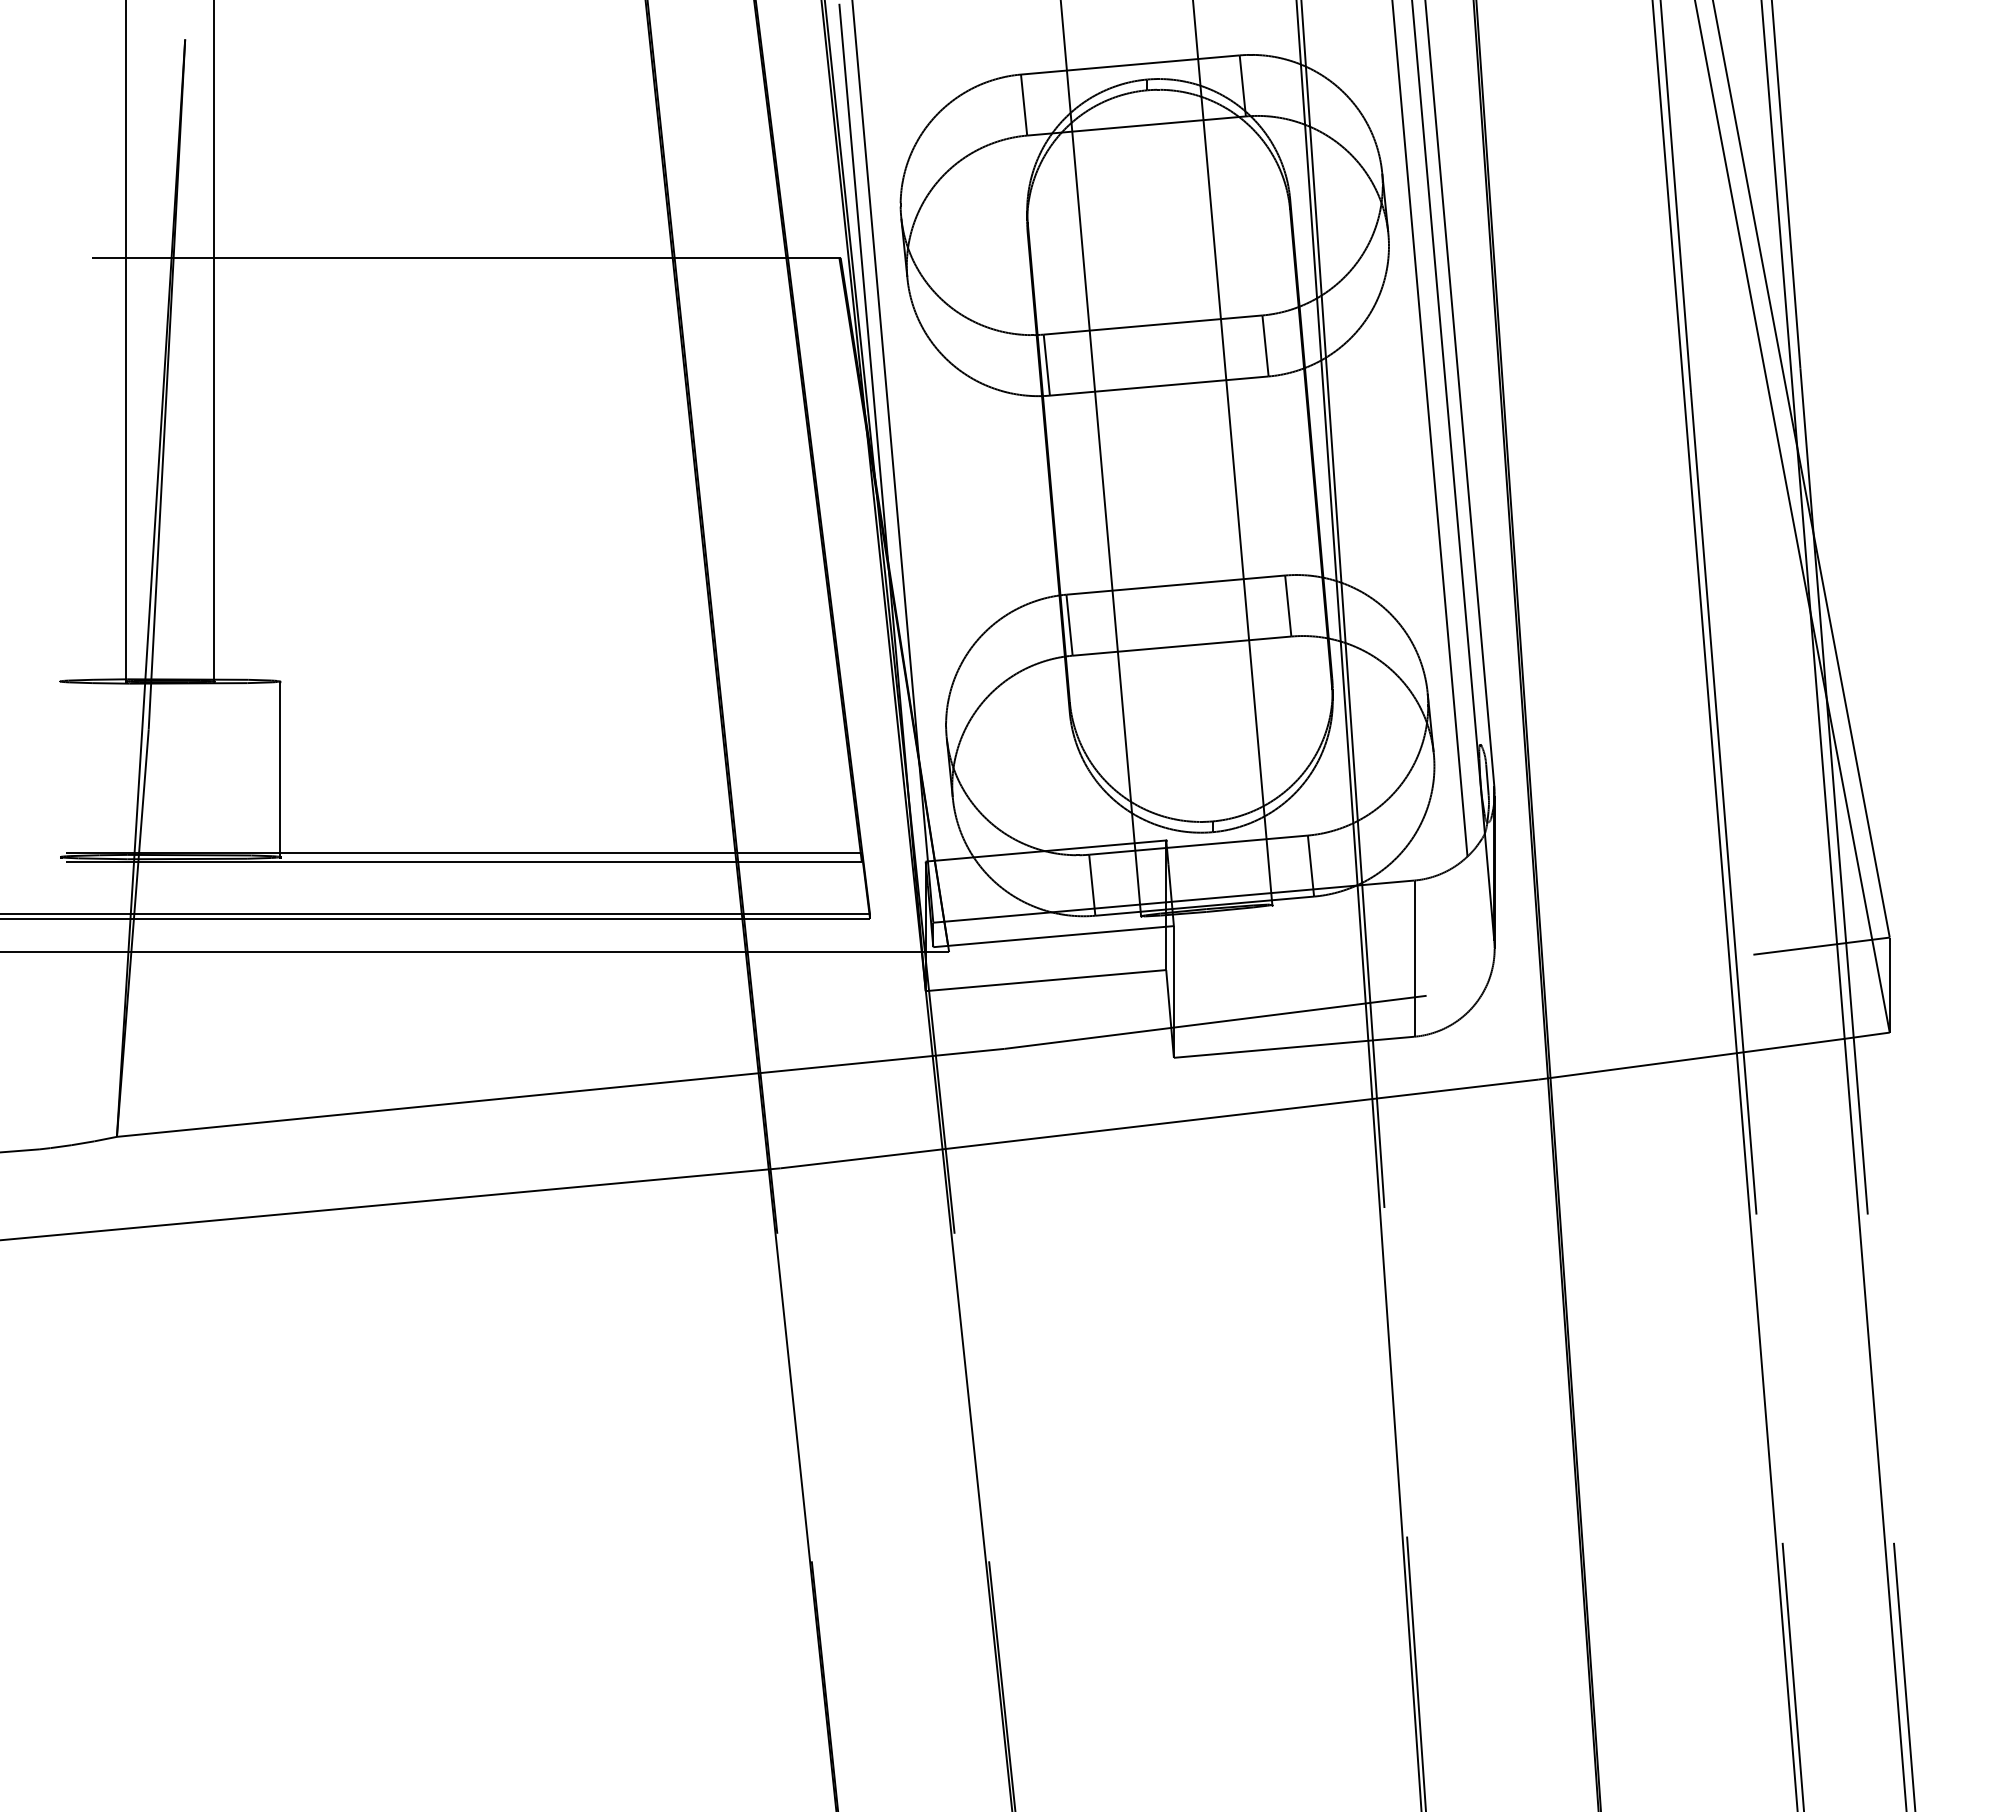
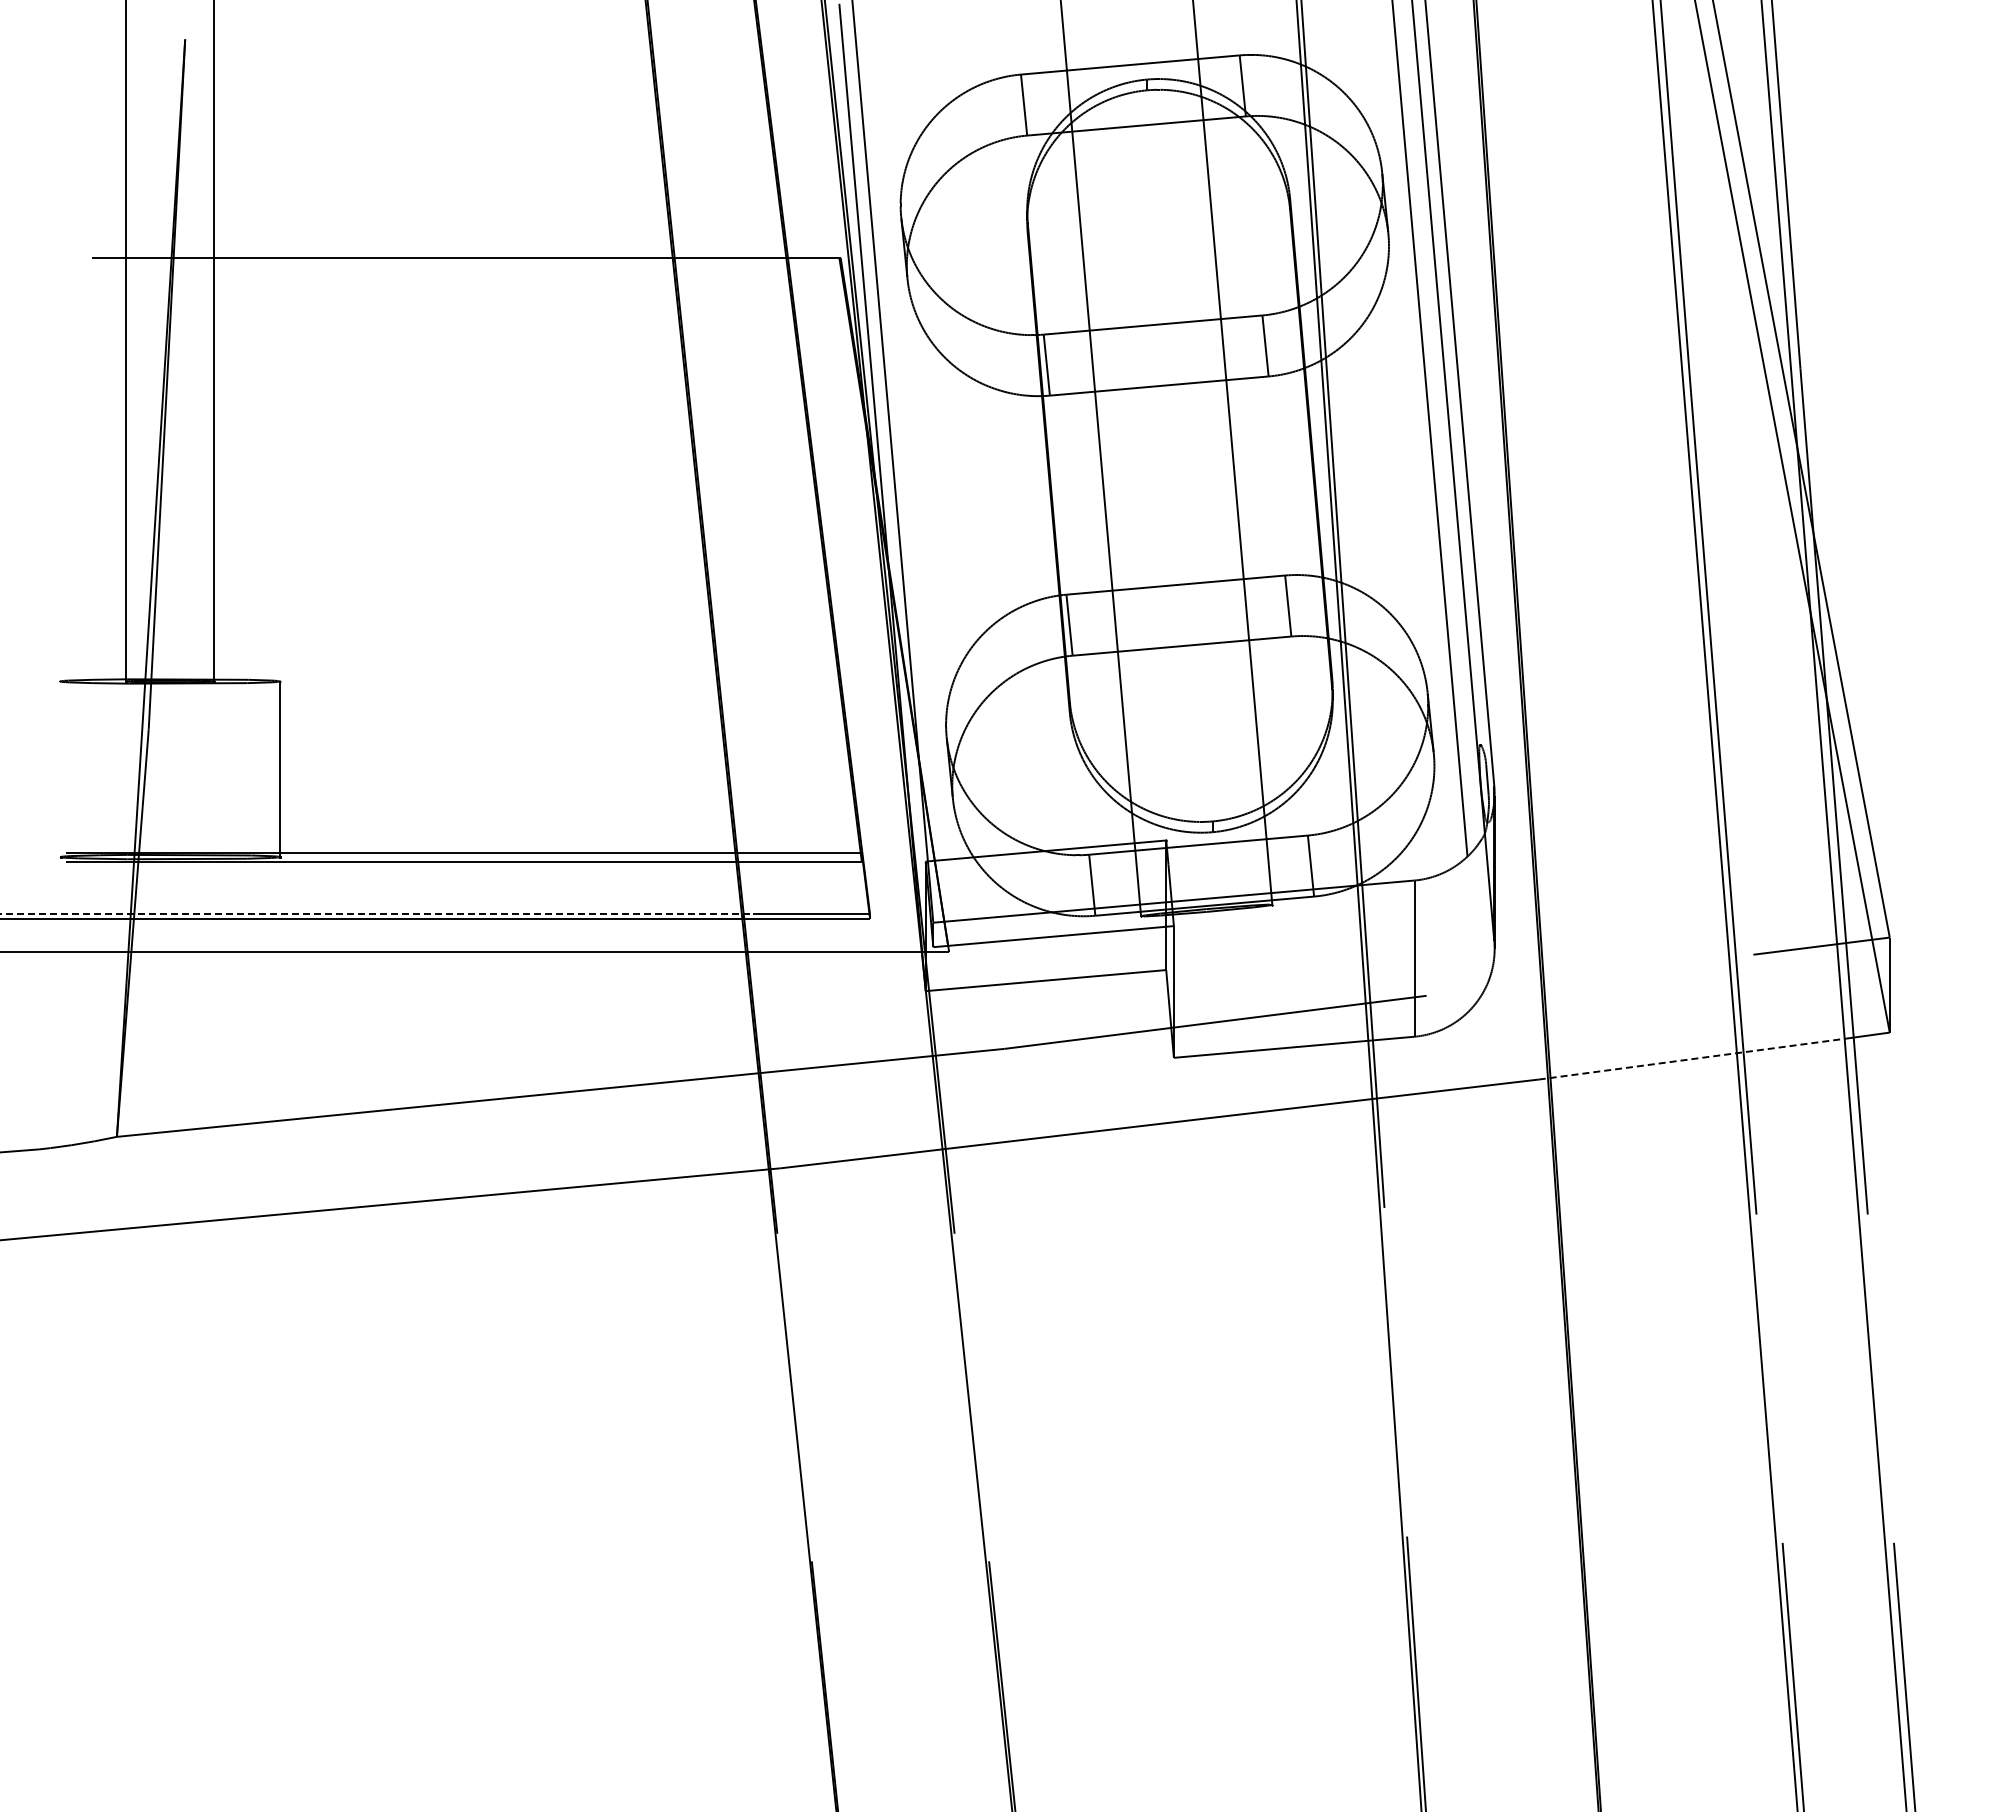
line at (377, 914): solid -> dashed
line at (1692, 1059): solid -> dashed
